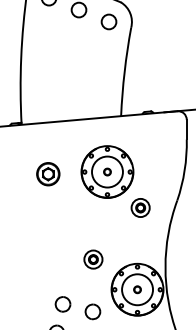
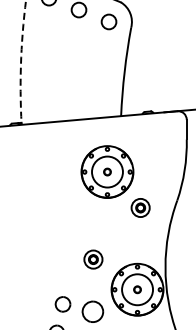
arc at (21, 62): solid -> dashed
part at (48, 174): present -> none
part at (92, 311) size: 18x18 px -> 24x23 px
